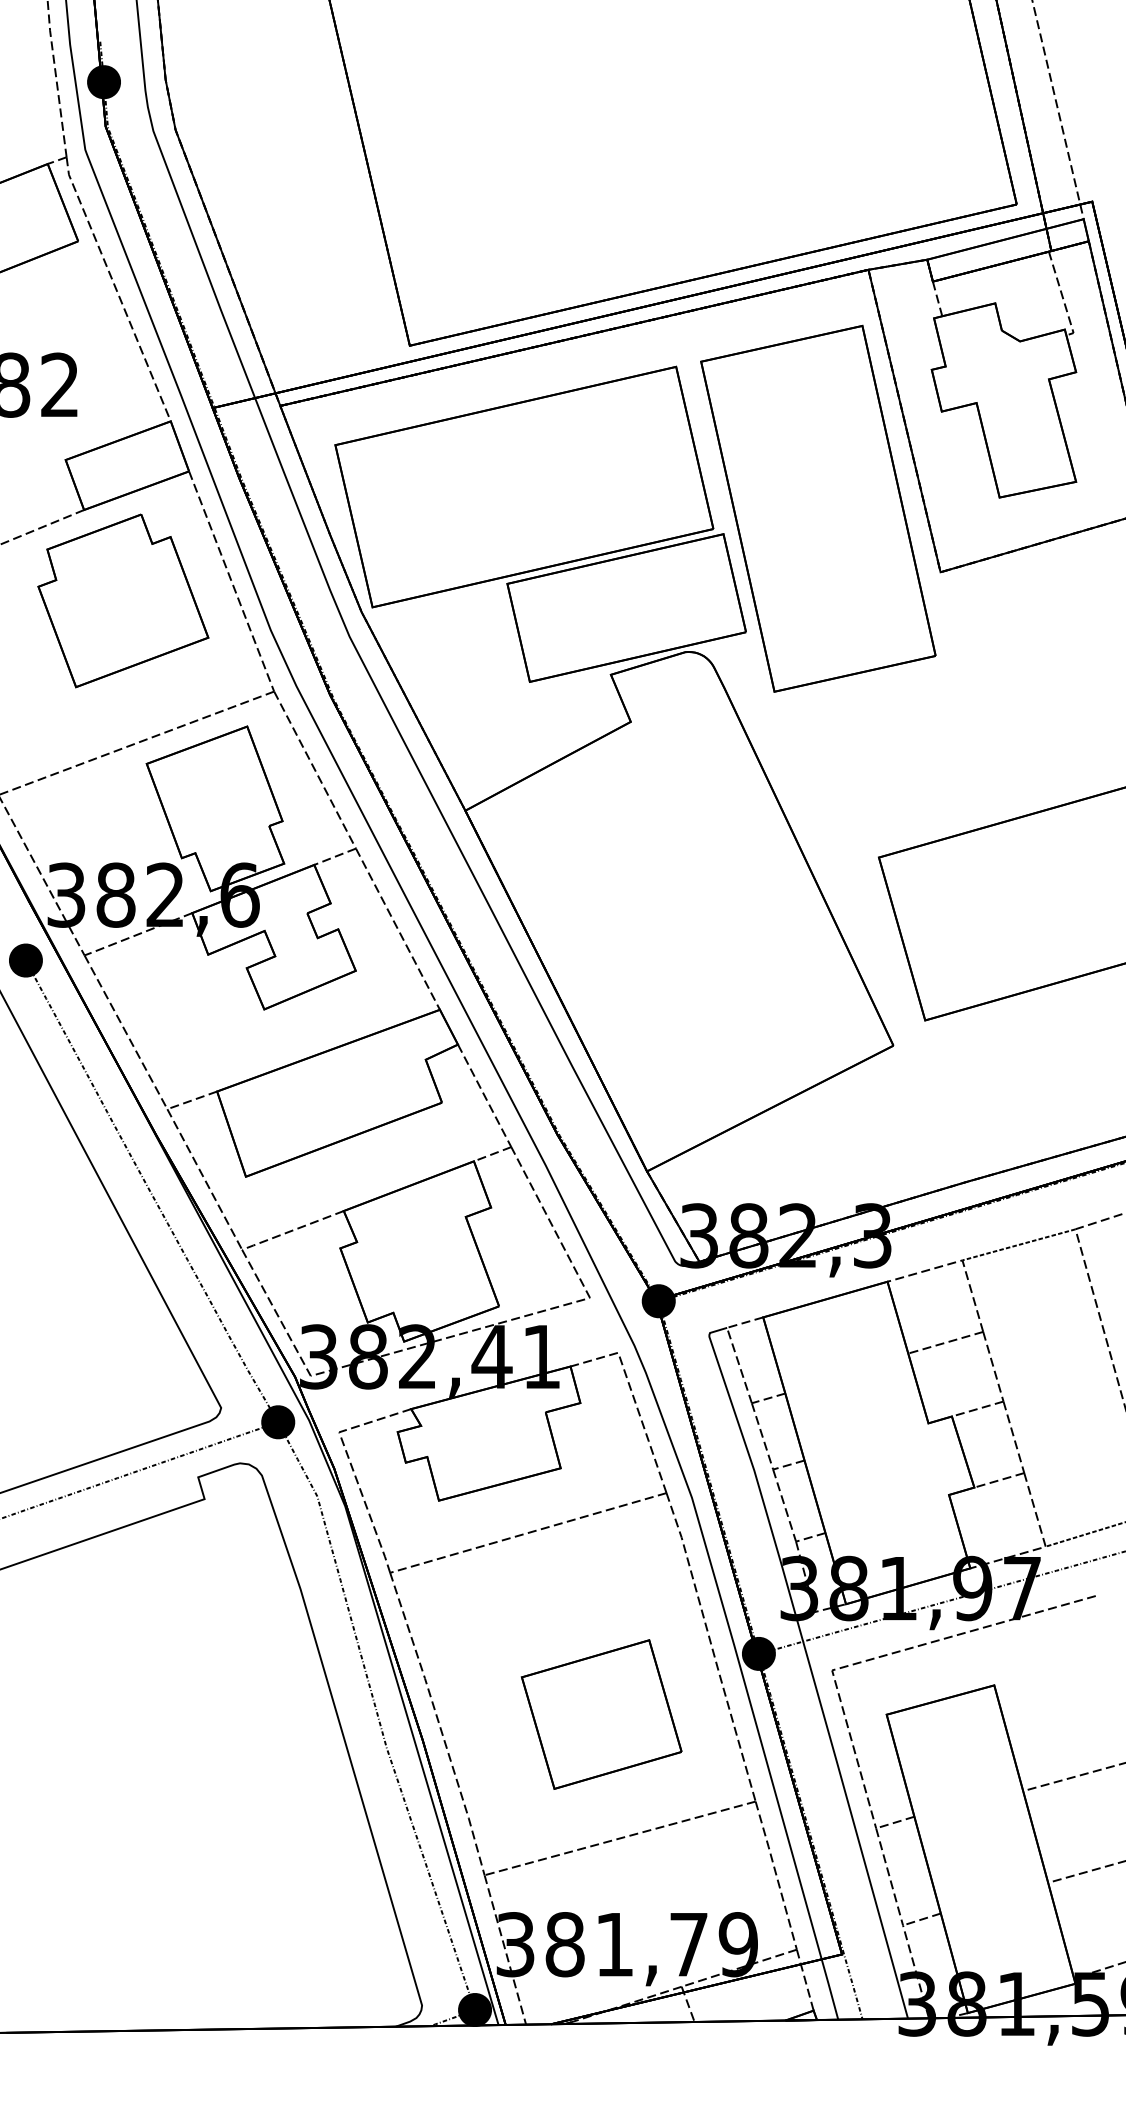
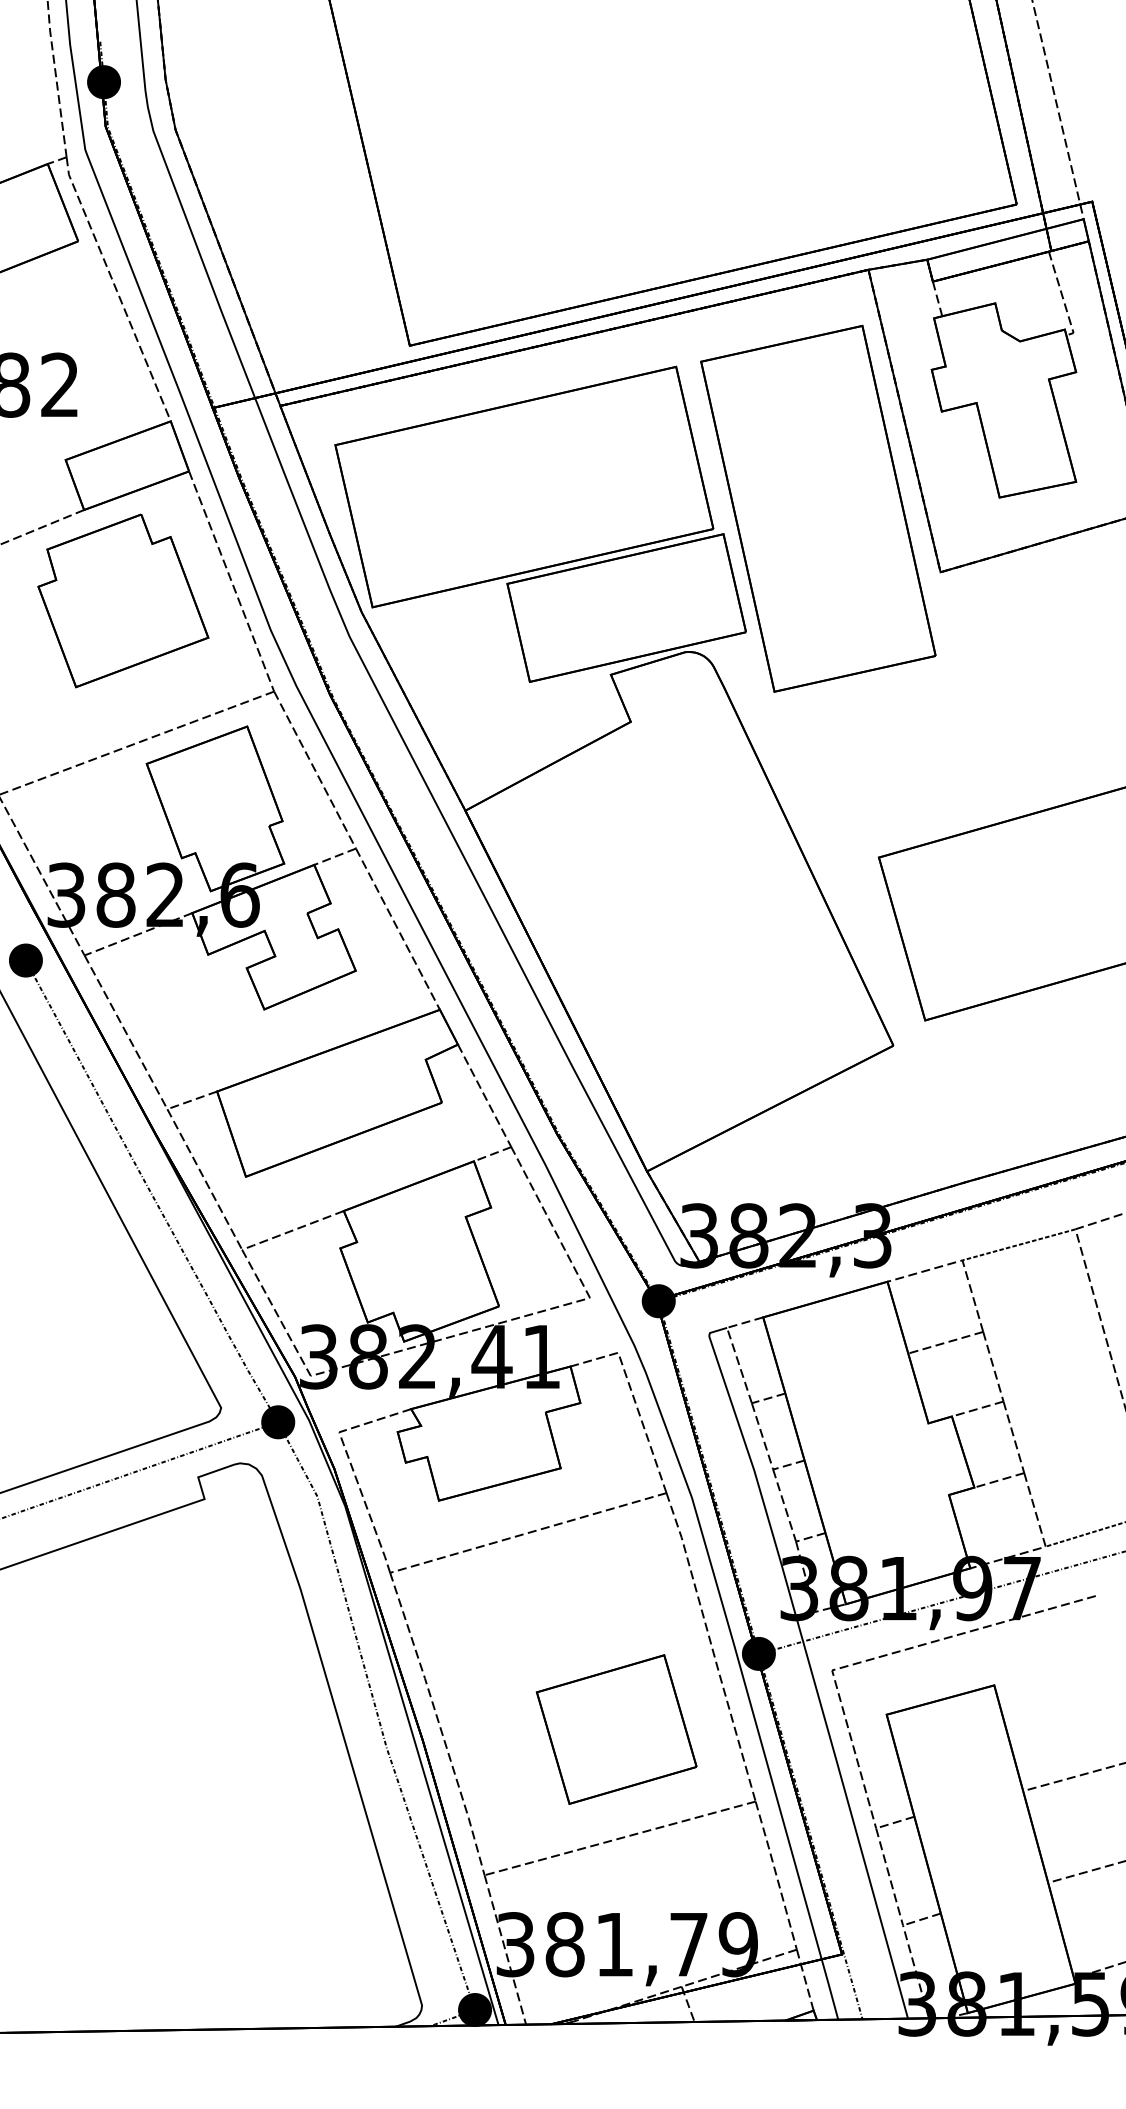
part at (601, 1714) position: (601, 1714) -> (616, 1729)
